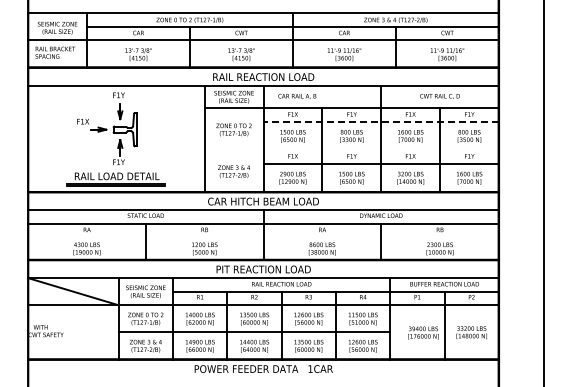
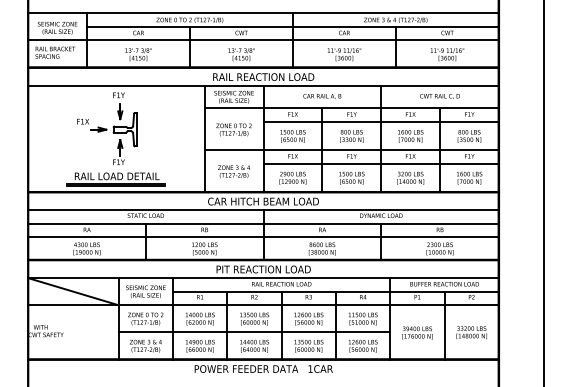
text at (297, 96) position: (297, 96) -> (322, 96)
line at (381, 121): dashed -> solid
line at (351, 150): none -> present
line at (263, 237): none -> present
text at (423, 332) position: (423, 332) -> (417, 332)
